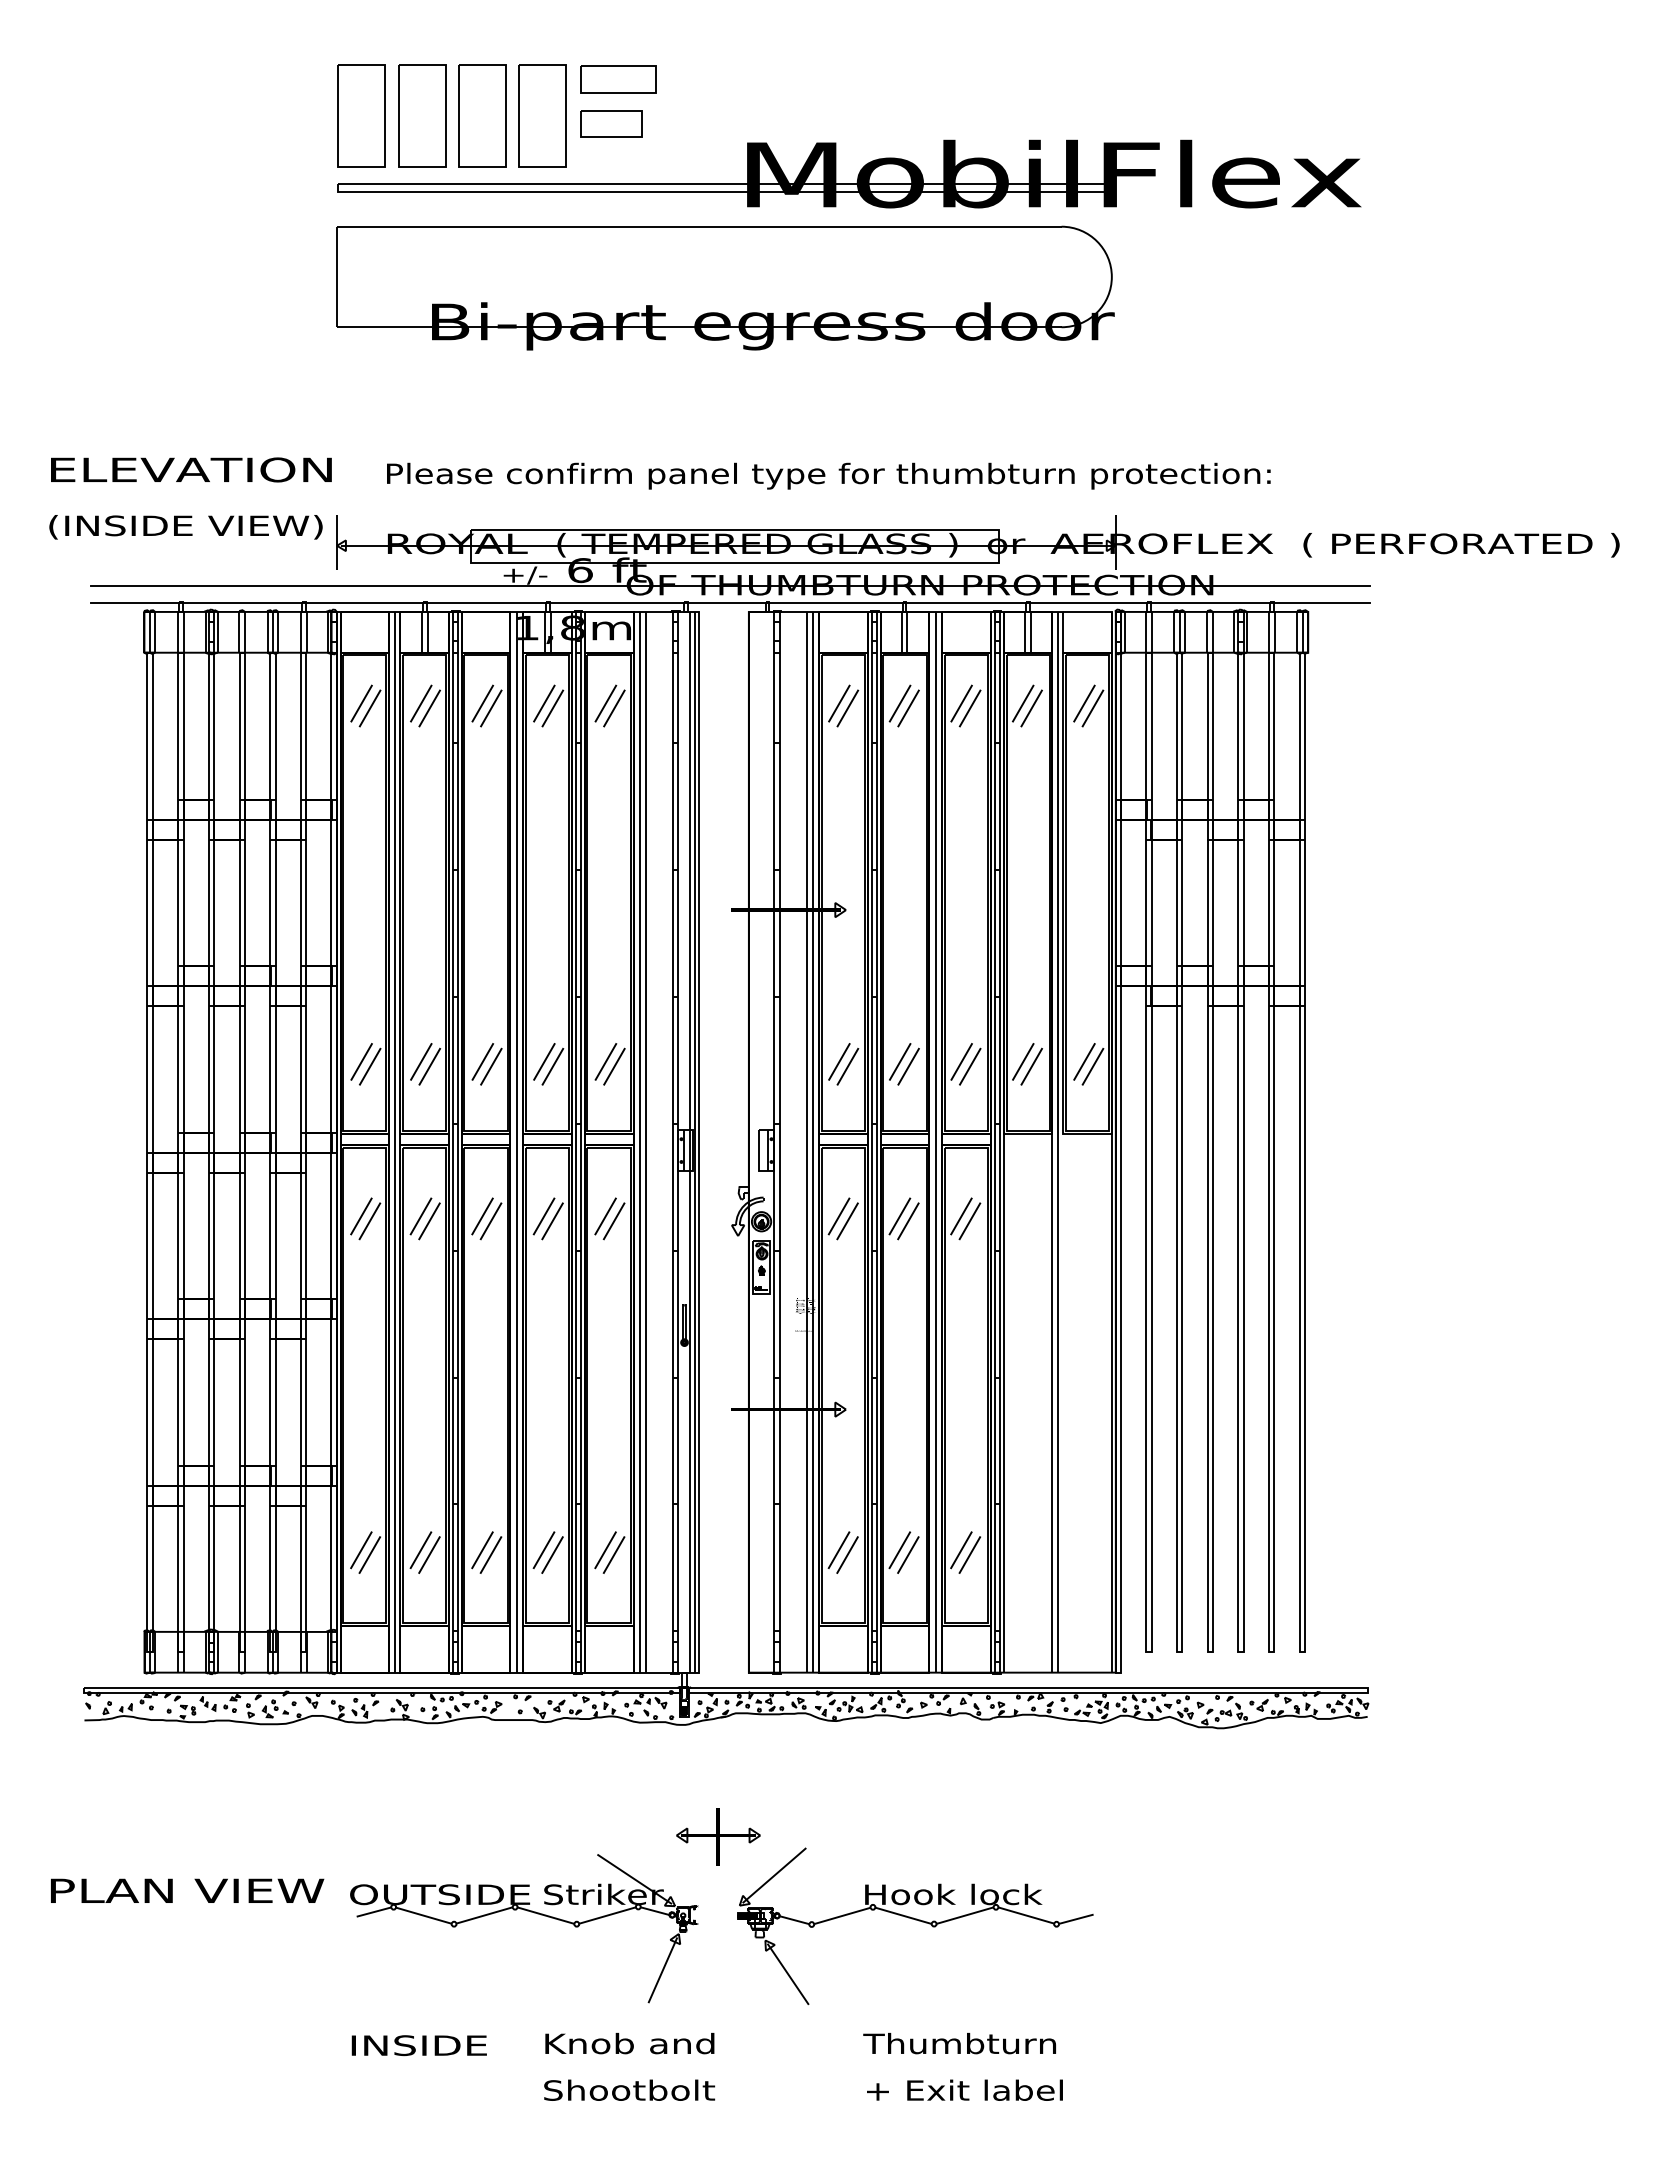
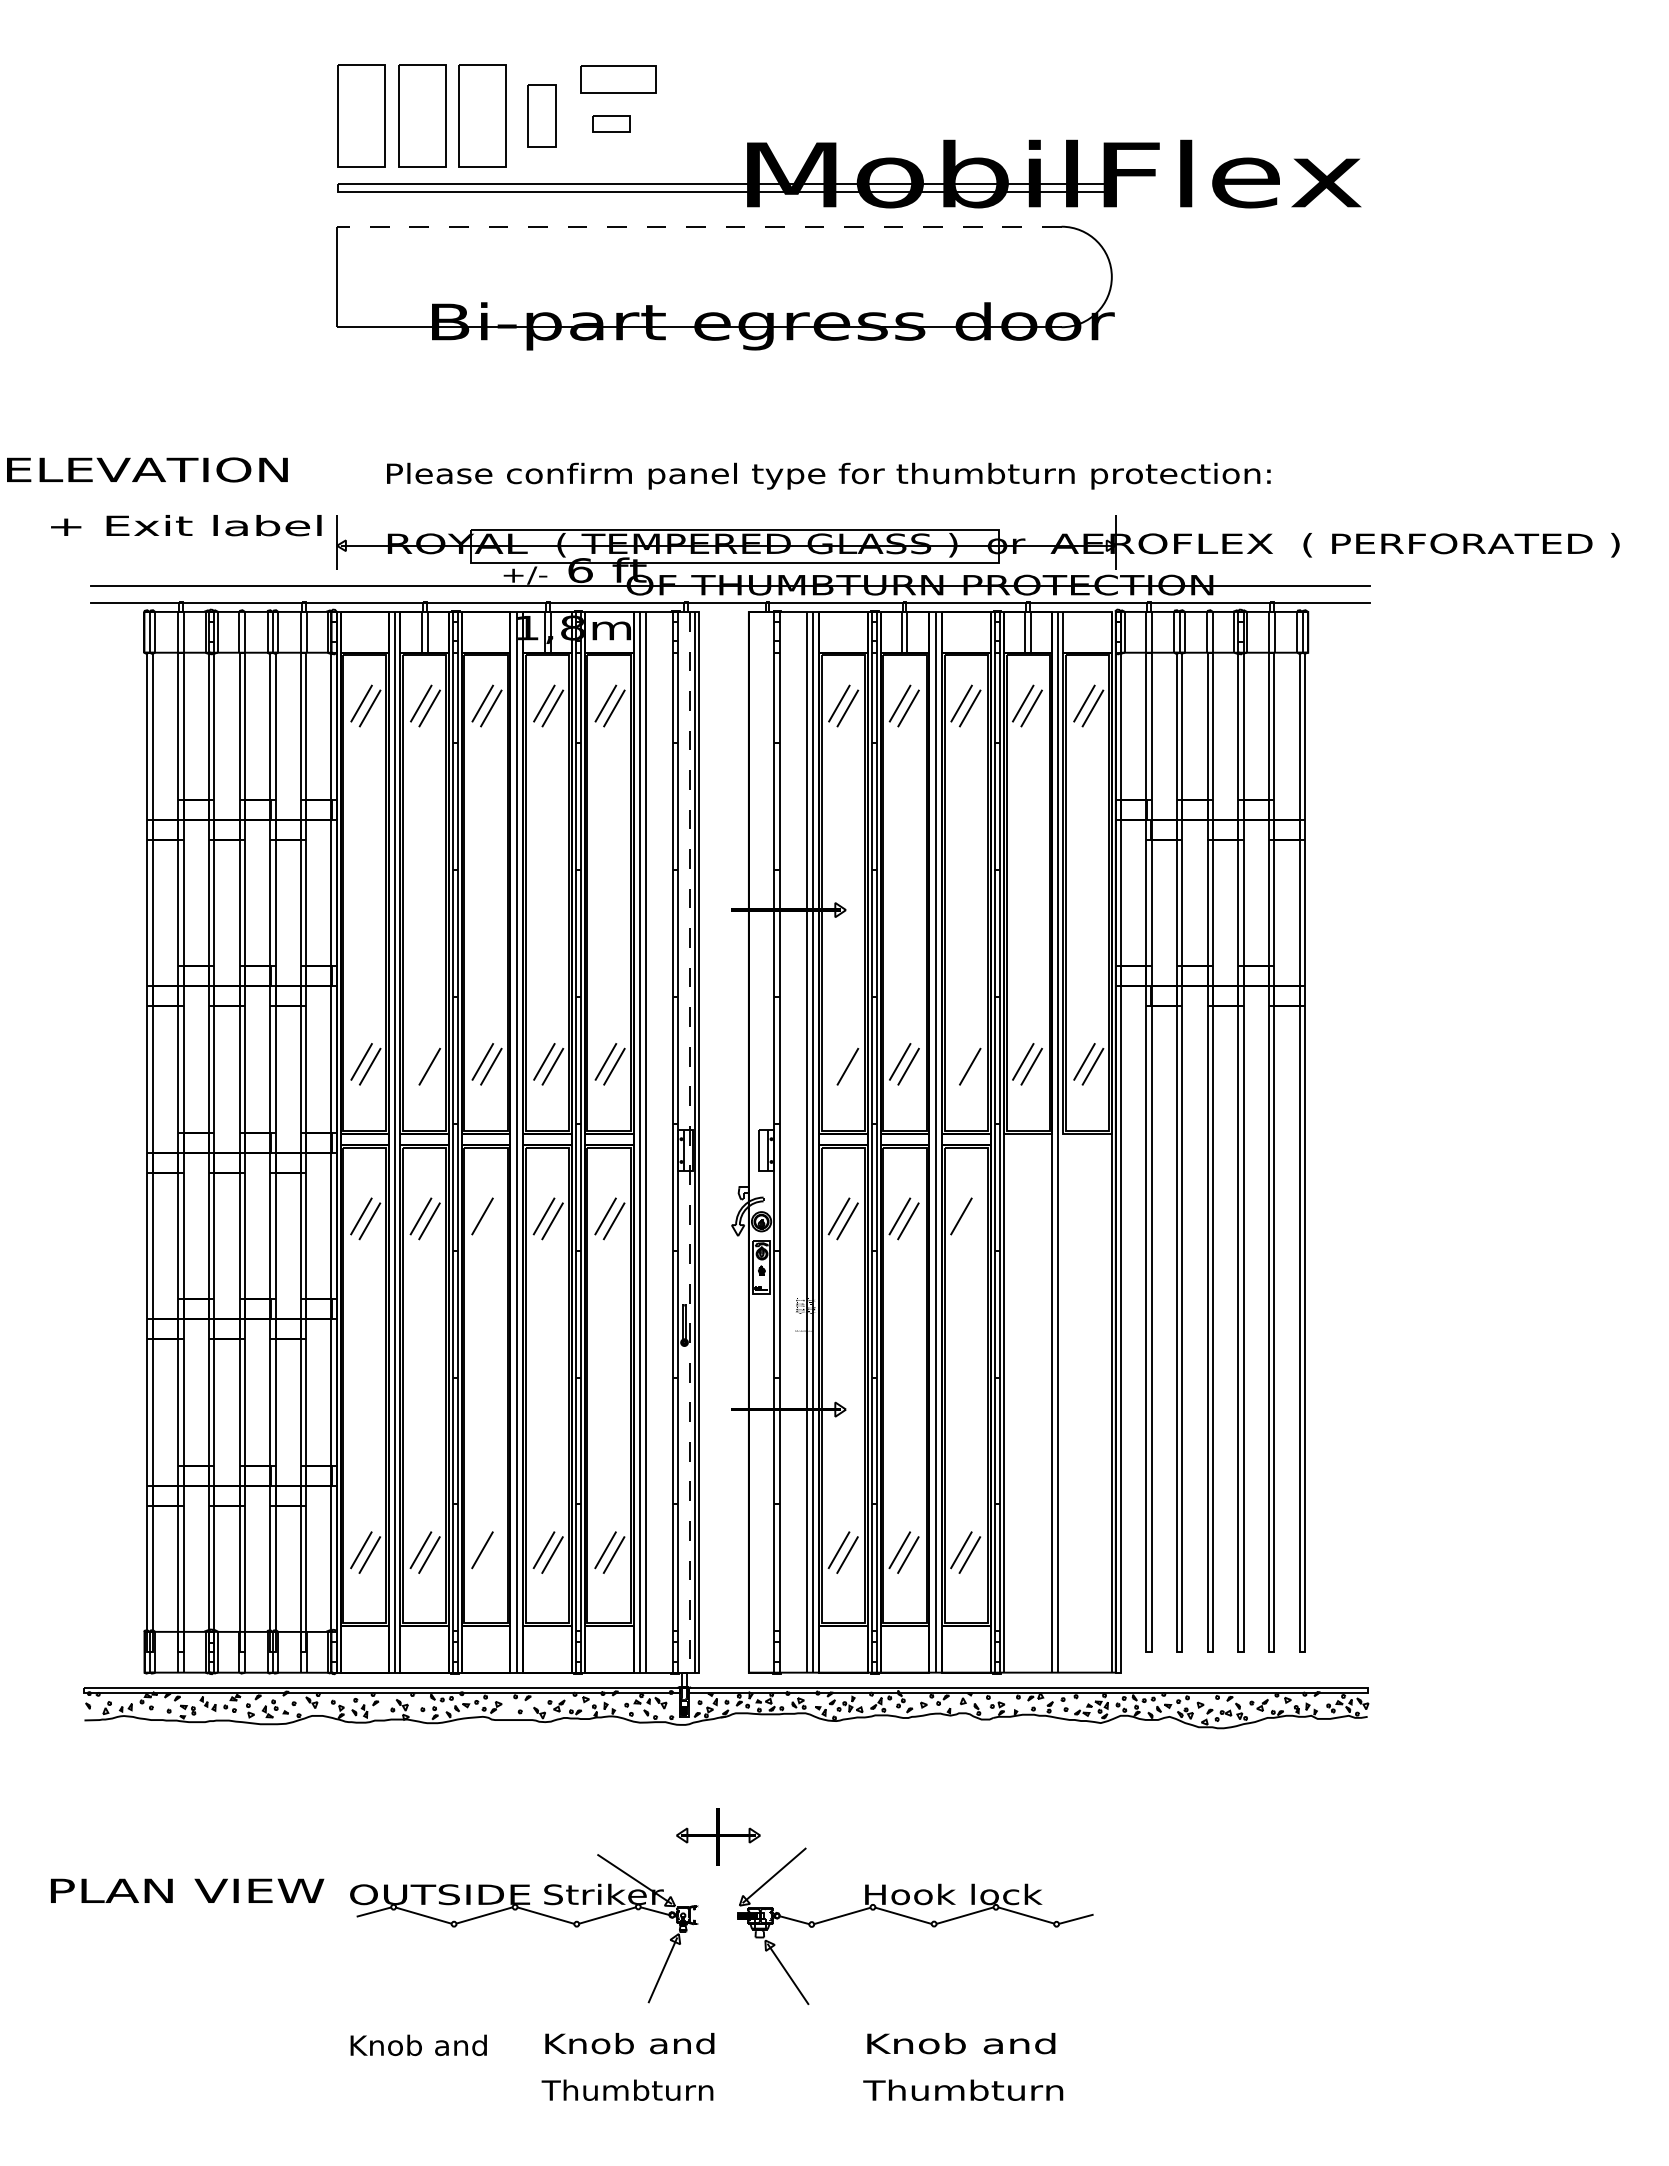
part at (542, 115) size: 49x104 px -> 30x64 px
part at (611, 123) size: 63x28 px -> 39x18 px
line at (698, 226): solid -> dashed
text at (191, 469) position: (191, 469) -> (147, 469)
text at (185, 527): (INSIDE VIEW) -> + Exit label
line at (421, 1061): present -> none
line at (839, 1061): present -> none
line at (961, 1061): present -> none
line at (690, 1142): solid -> dashed
line at (490, 1221): present -> none
line at (969, 1221): present -> none
line at (490, 1554): present -> none
text at (959, 2043): Thumbturn -> Knob and
text at (418, 2045): INSIDE -> Knob and
text at (628, 2089): Shootbolt -> Thumbturn
text at (963, 2089): + Exit label -> Thumbturn
